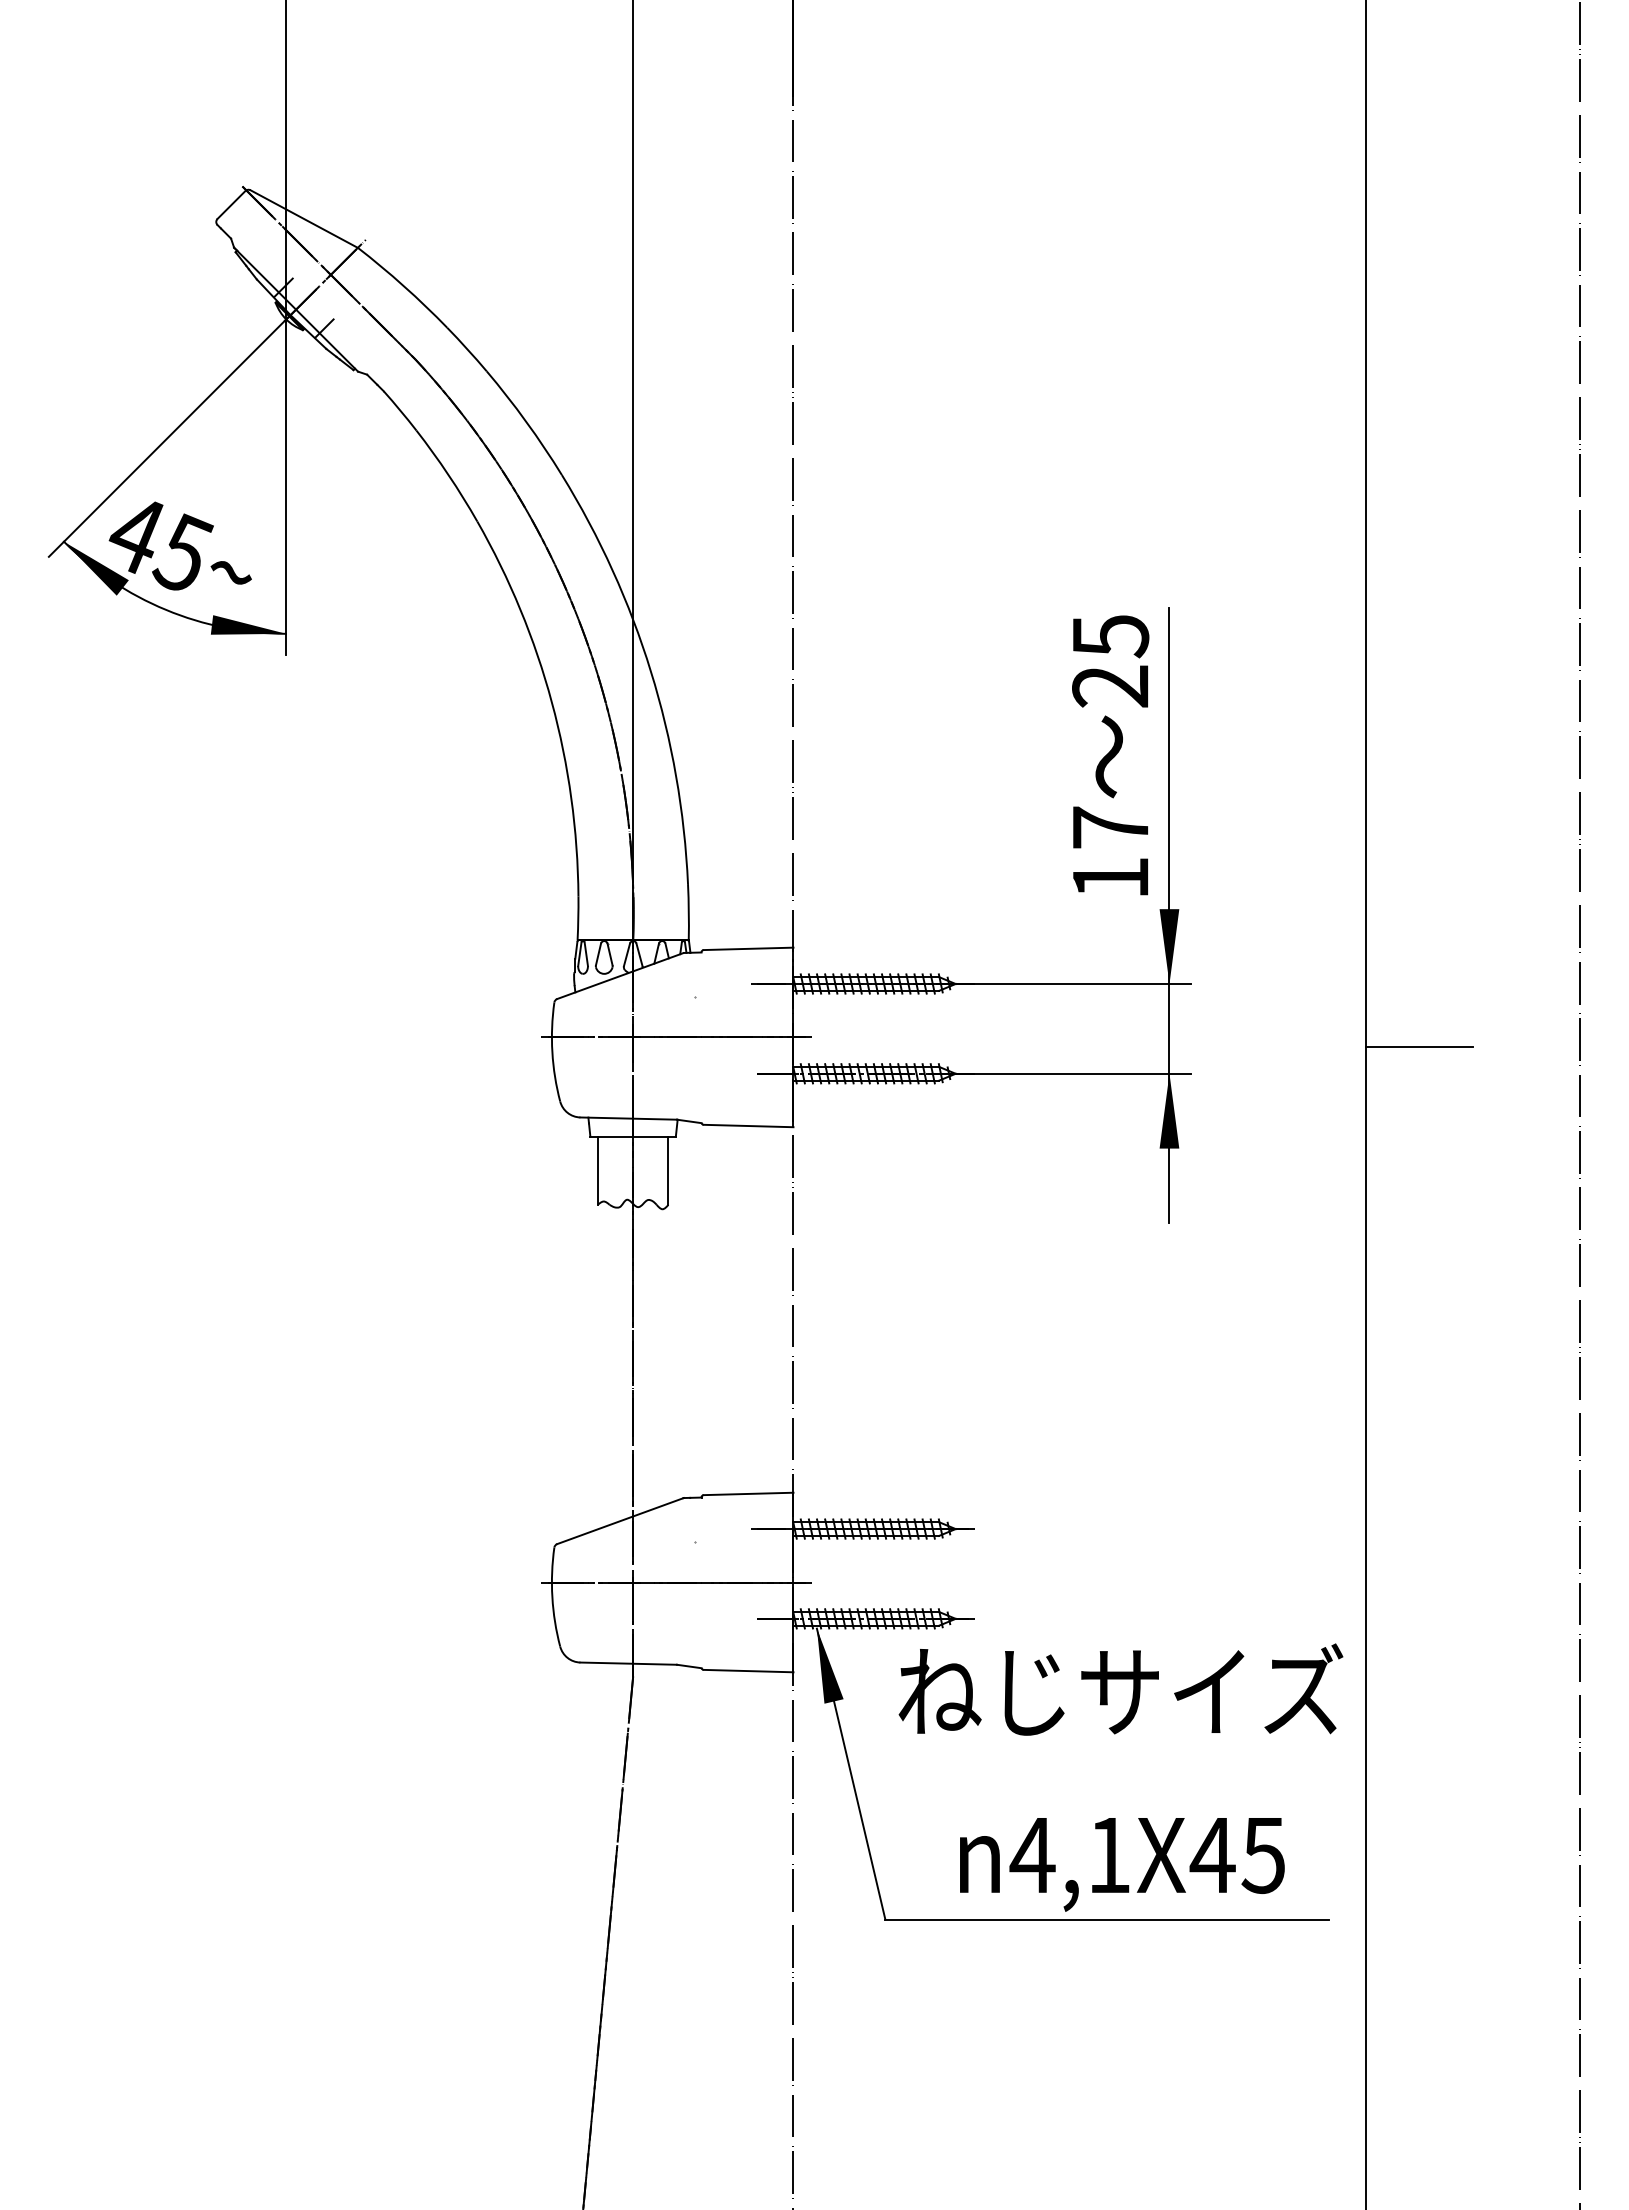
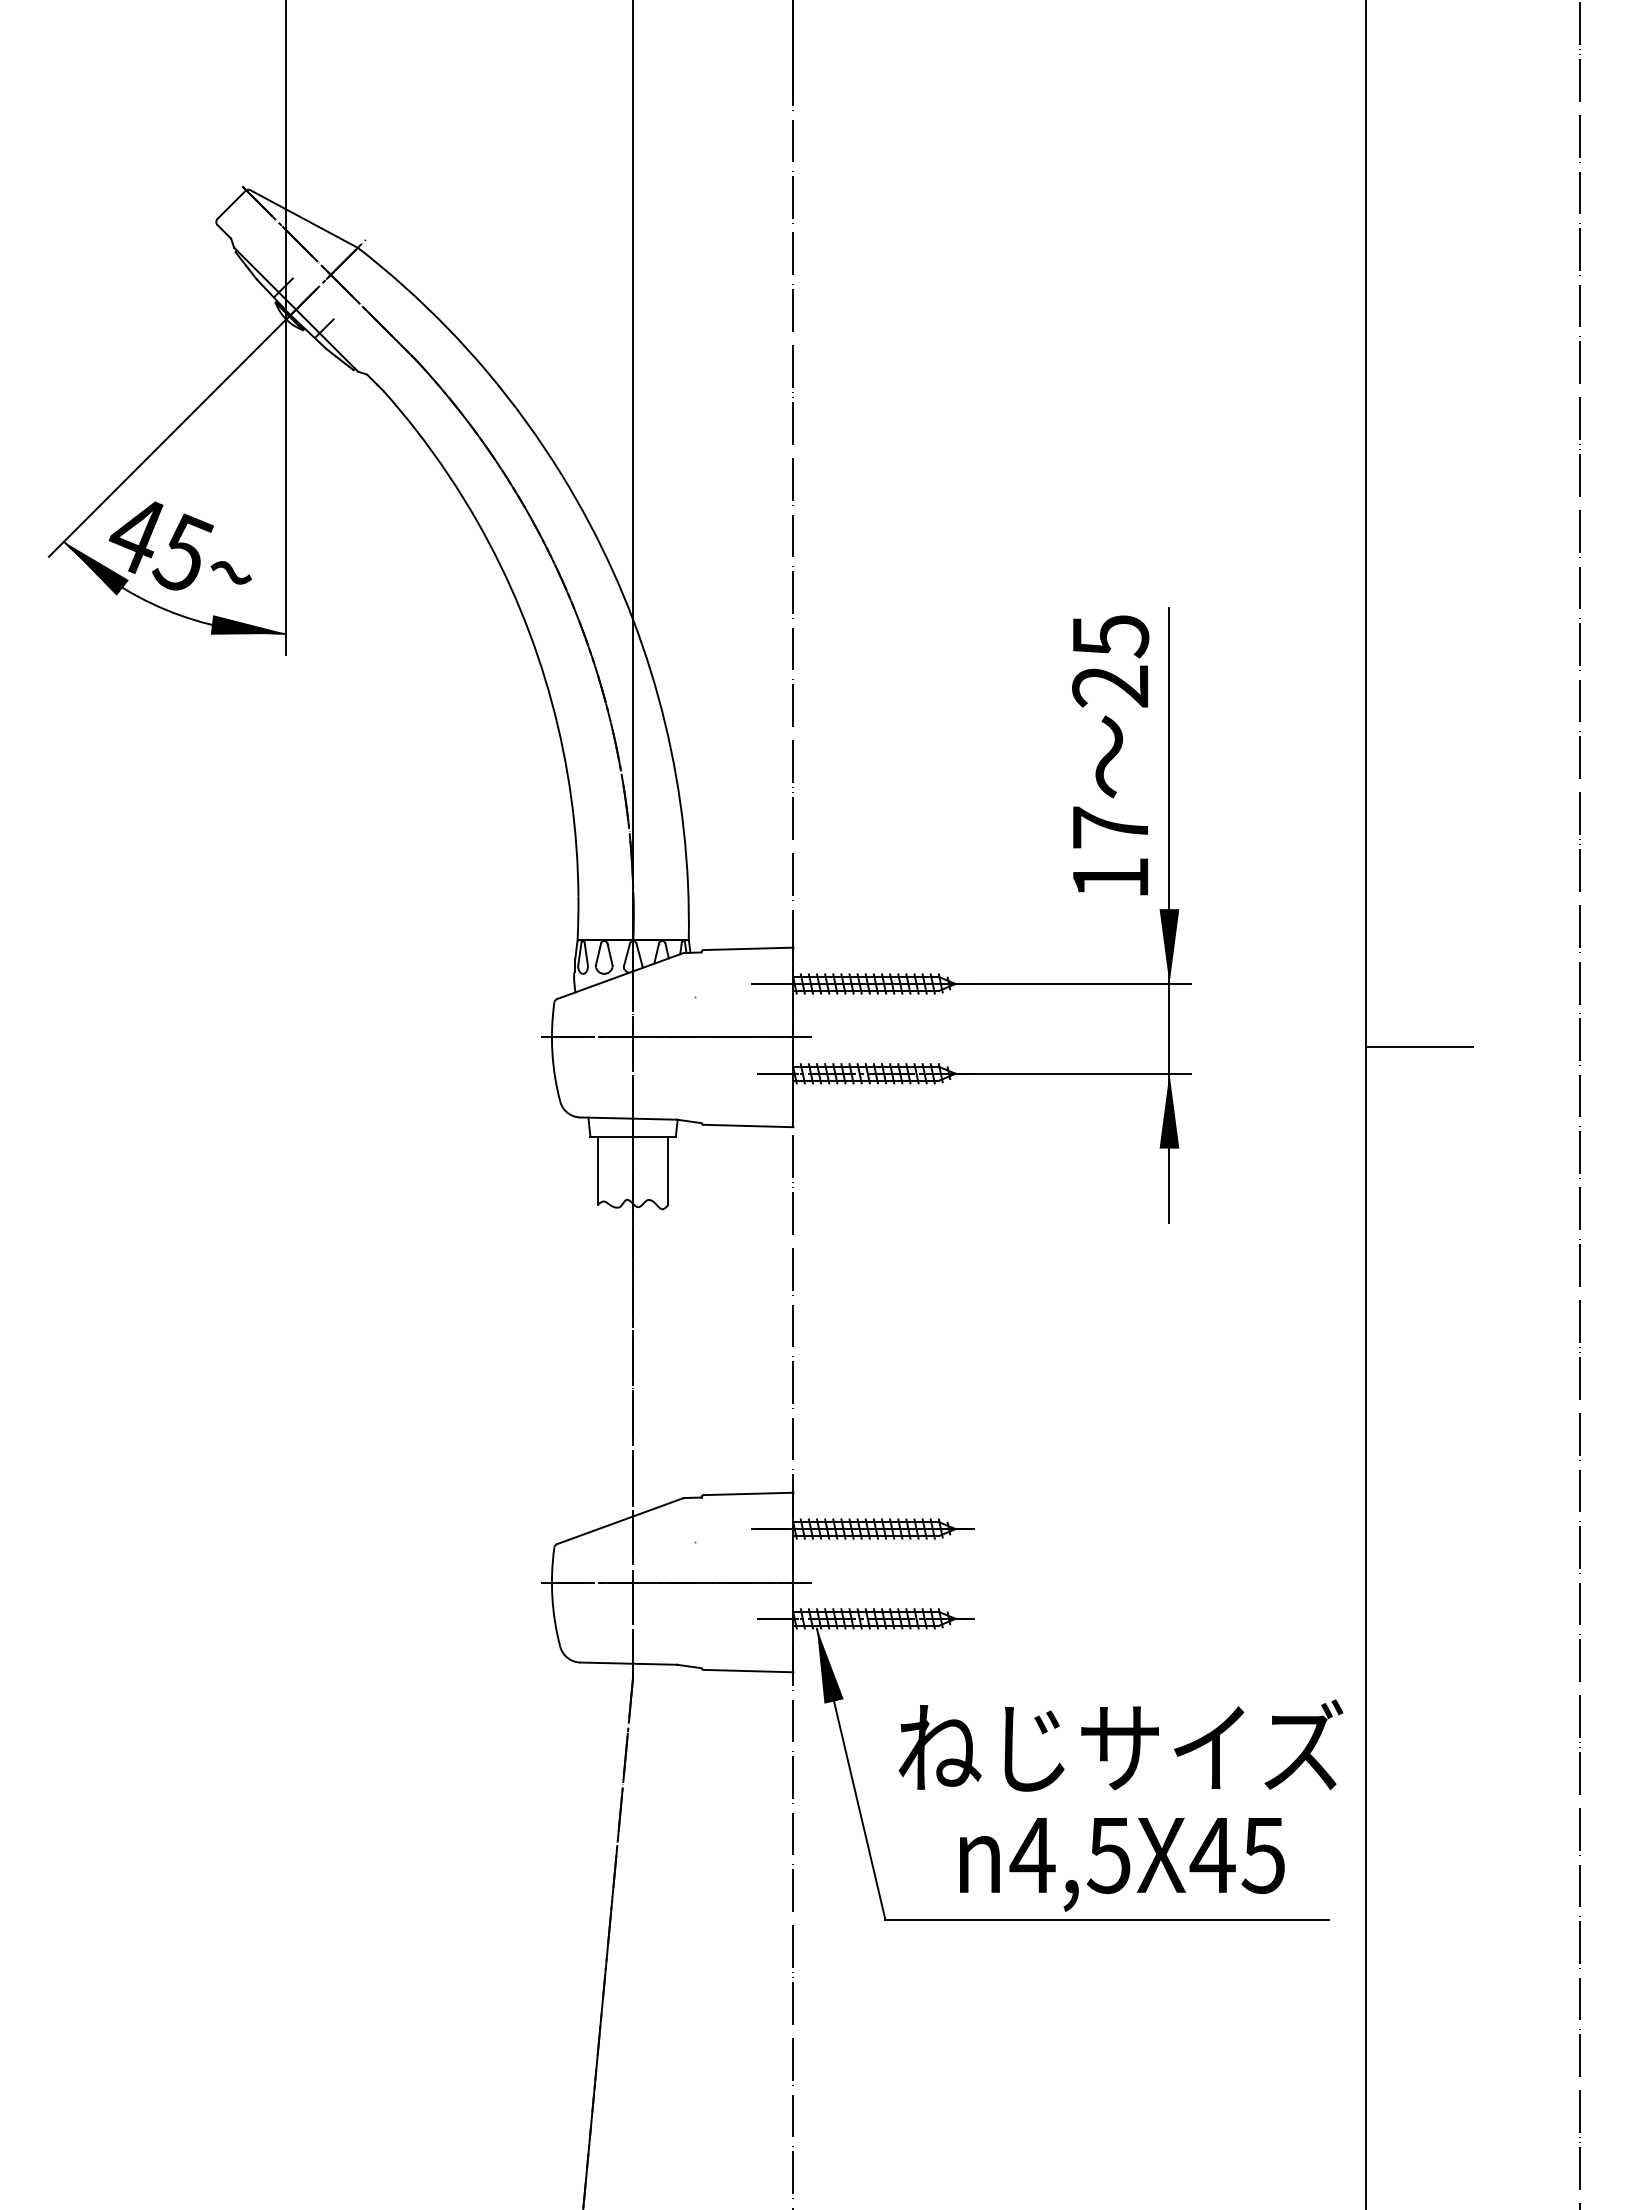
text at (1120, 1689) position: (1120, 1689) -> (1120, 1745)
text at (1108, 1856): 4,1X45 -> 4,5X45
